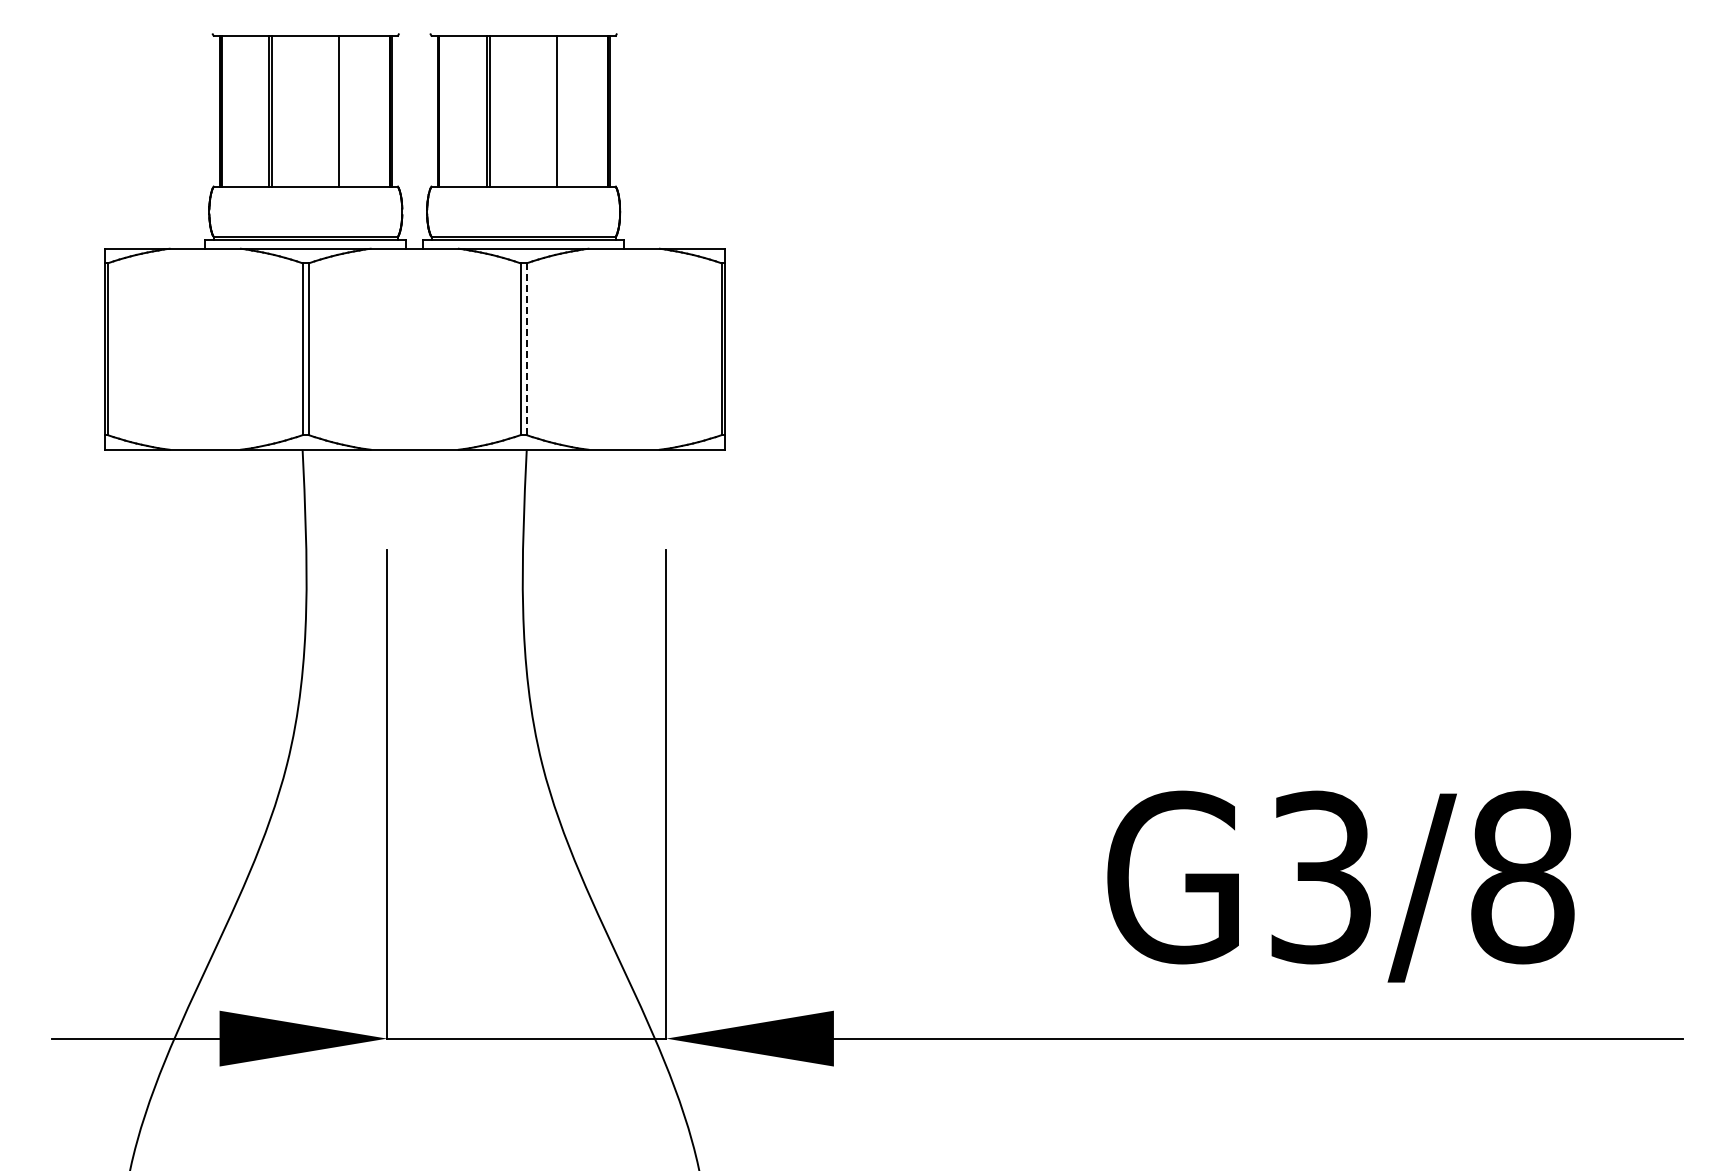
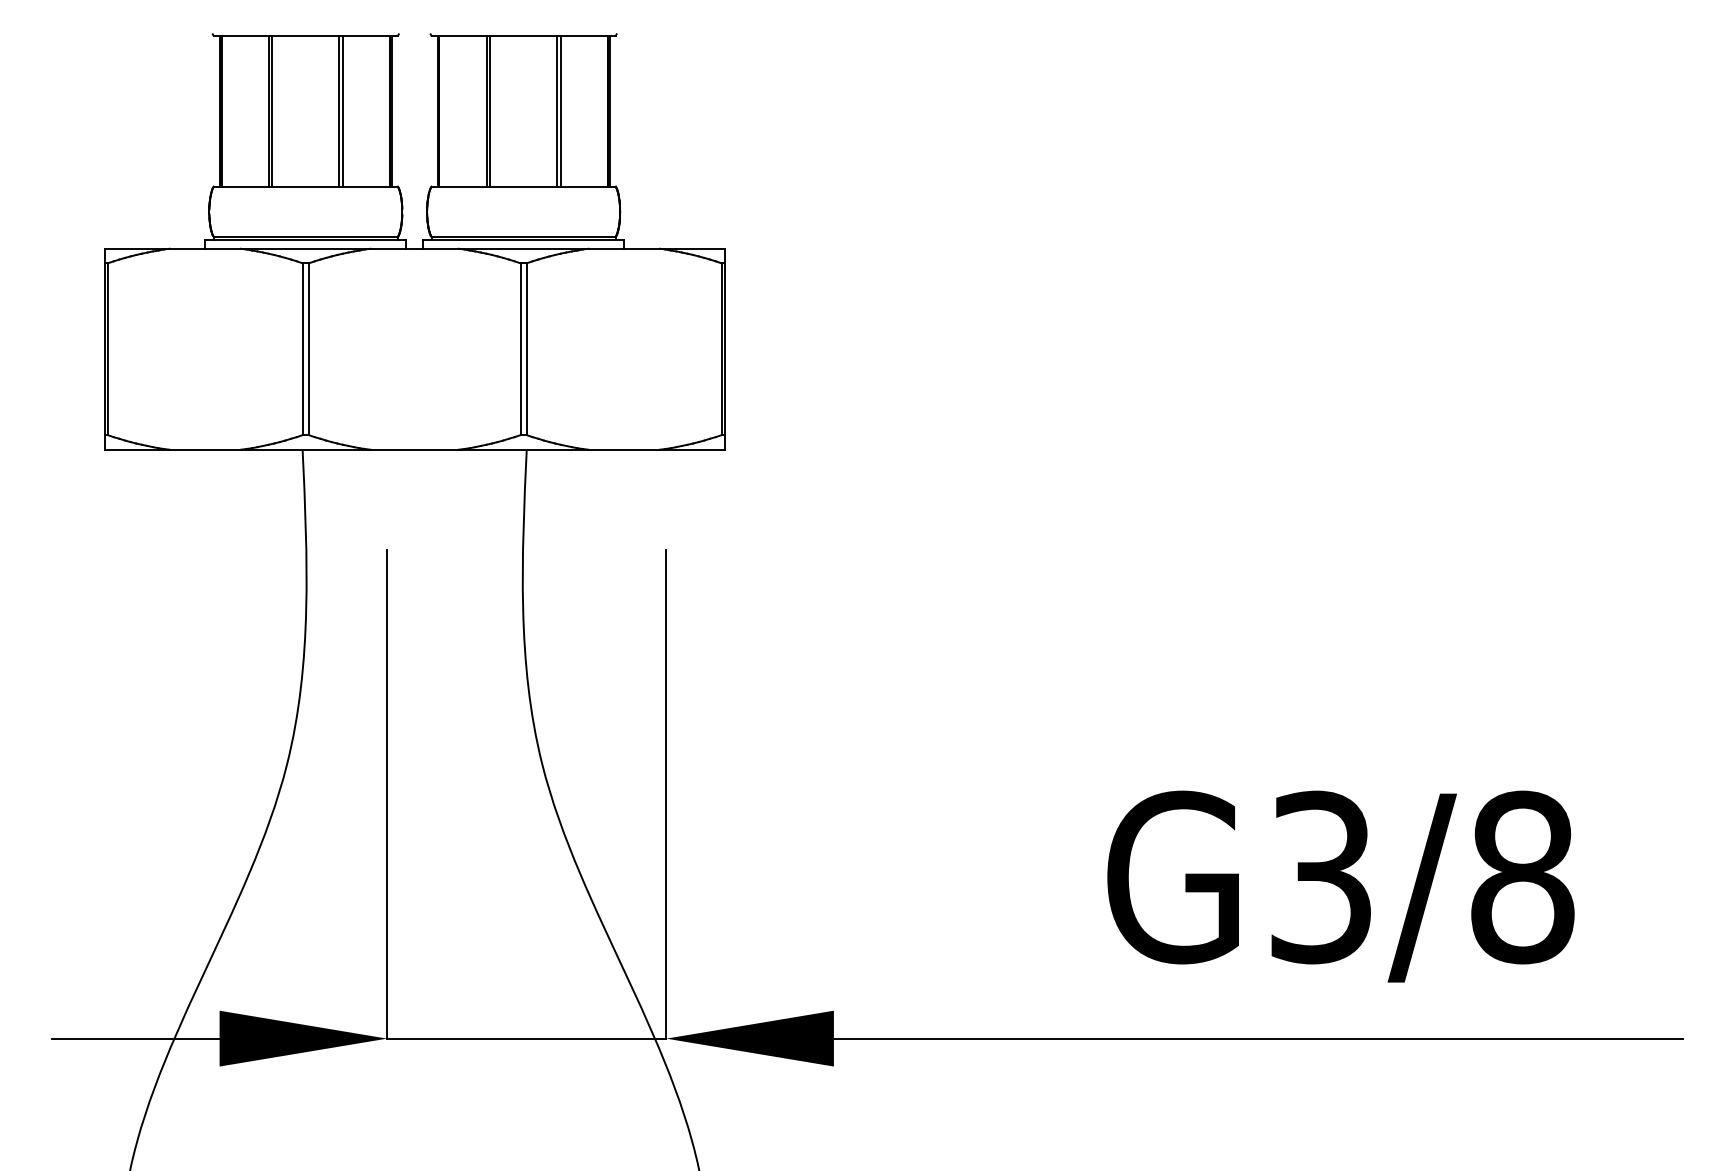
line at (342, 110): none -> present
line at (560, 110): none -> present
line at (526, 349): dashed -> solid
